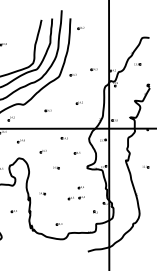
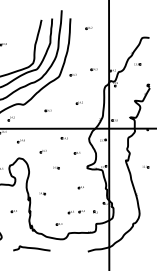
part at (80, 28) position: (80, 28) -> (88, 28)
part at (75, 198) position: (75, 198) -> (75, 212)
curve at (31, 248): none -> present
